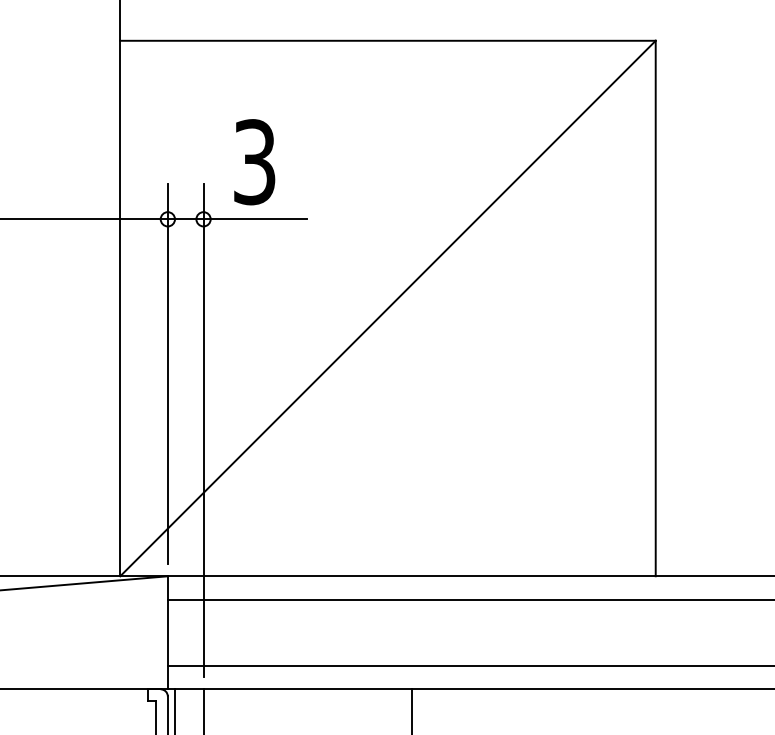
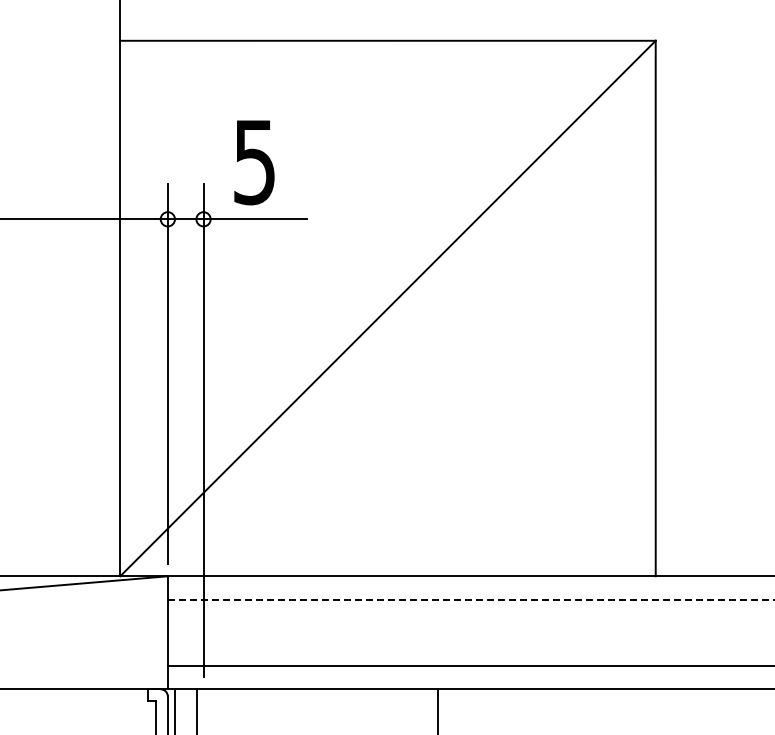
text at (254, 161): 3 -> 5
line at (470, 600): solid -> dashed
line at (203, 710) position: (203, 710) -> (196, 710)
line at (411, 710) position: (411, 710) -> (437, 710)
